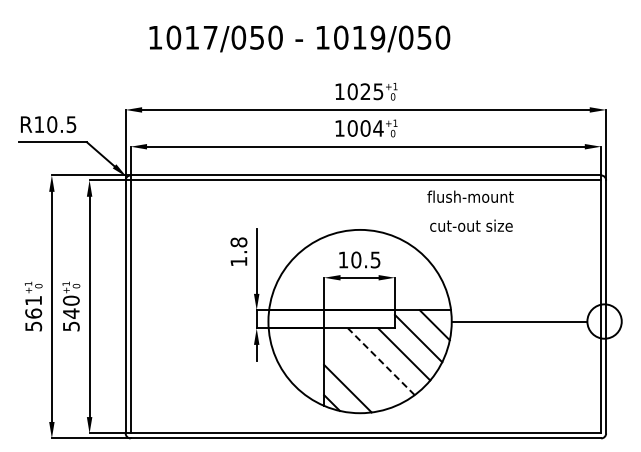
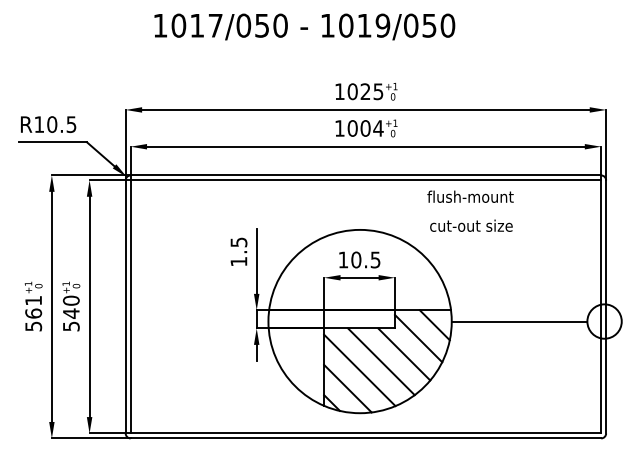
text at (299, 38) position: (299, 38) -> (304, 26)
text at (238, 242): 1.8 -> 1.5
line at (381, 361): dashed -> solid
line at (359, 370): none -> present
